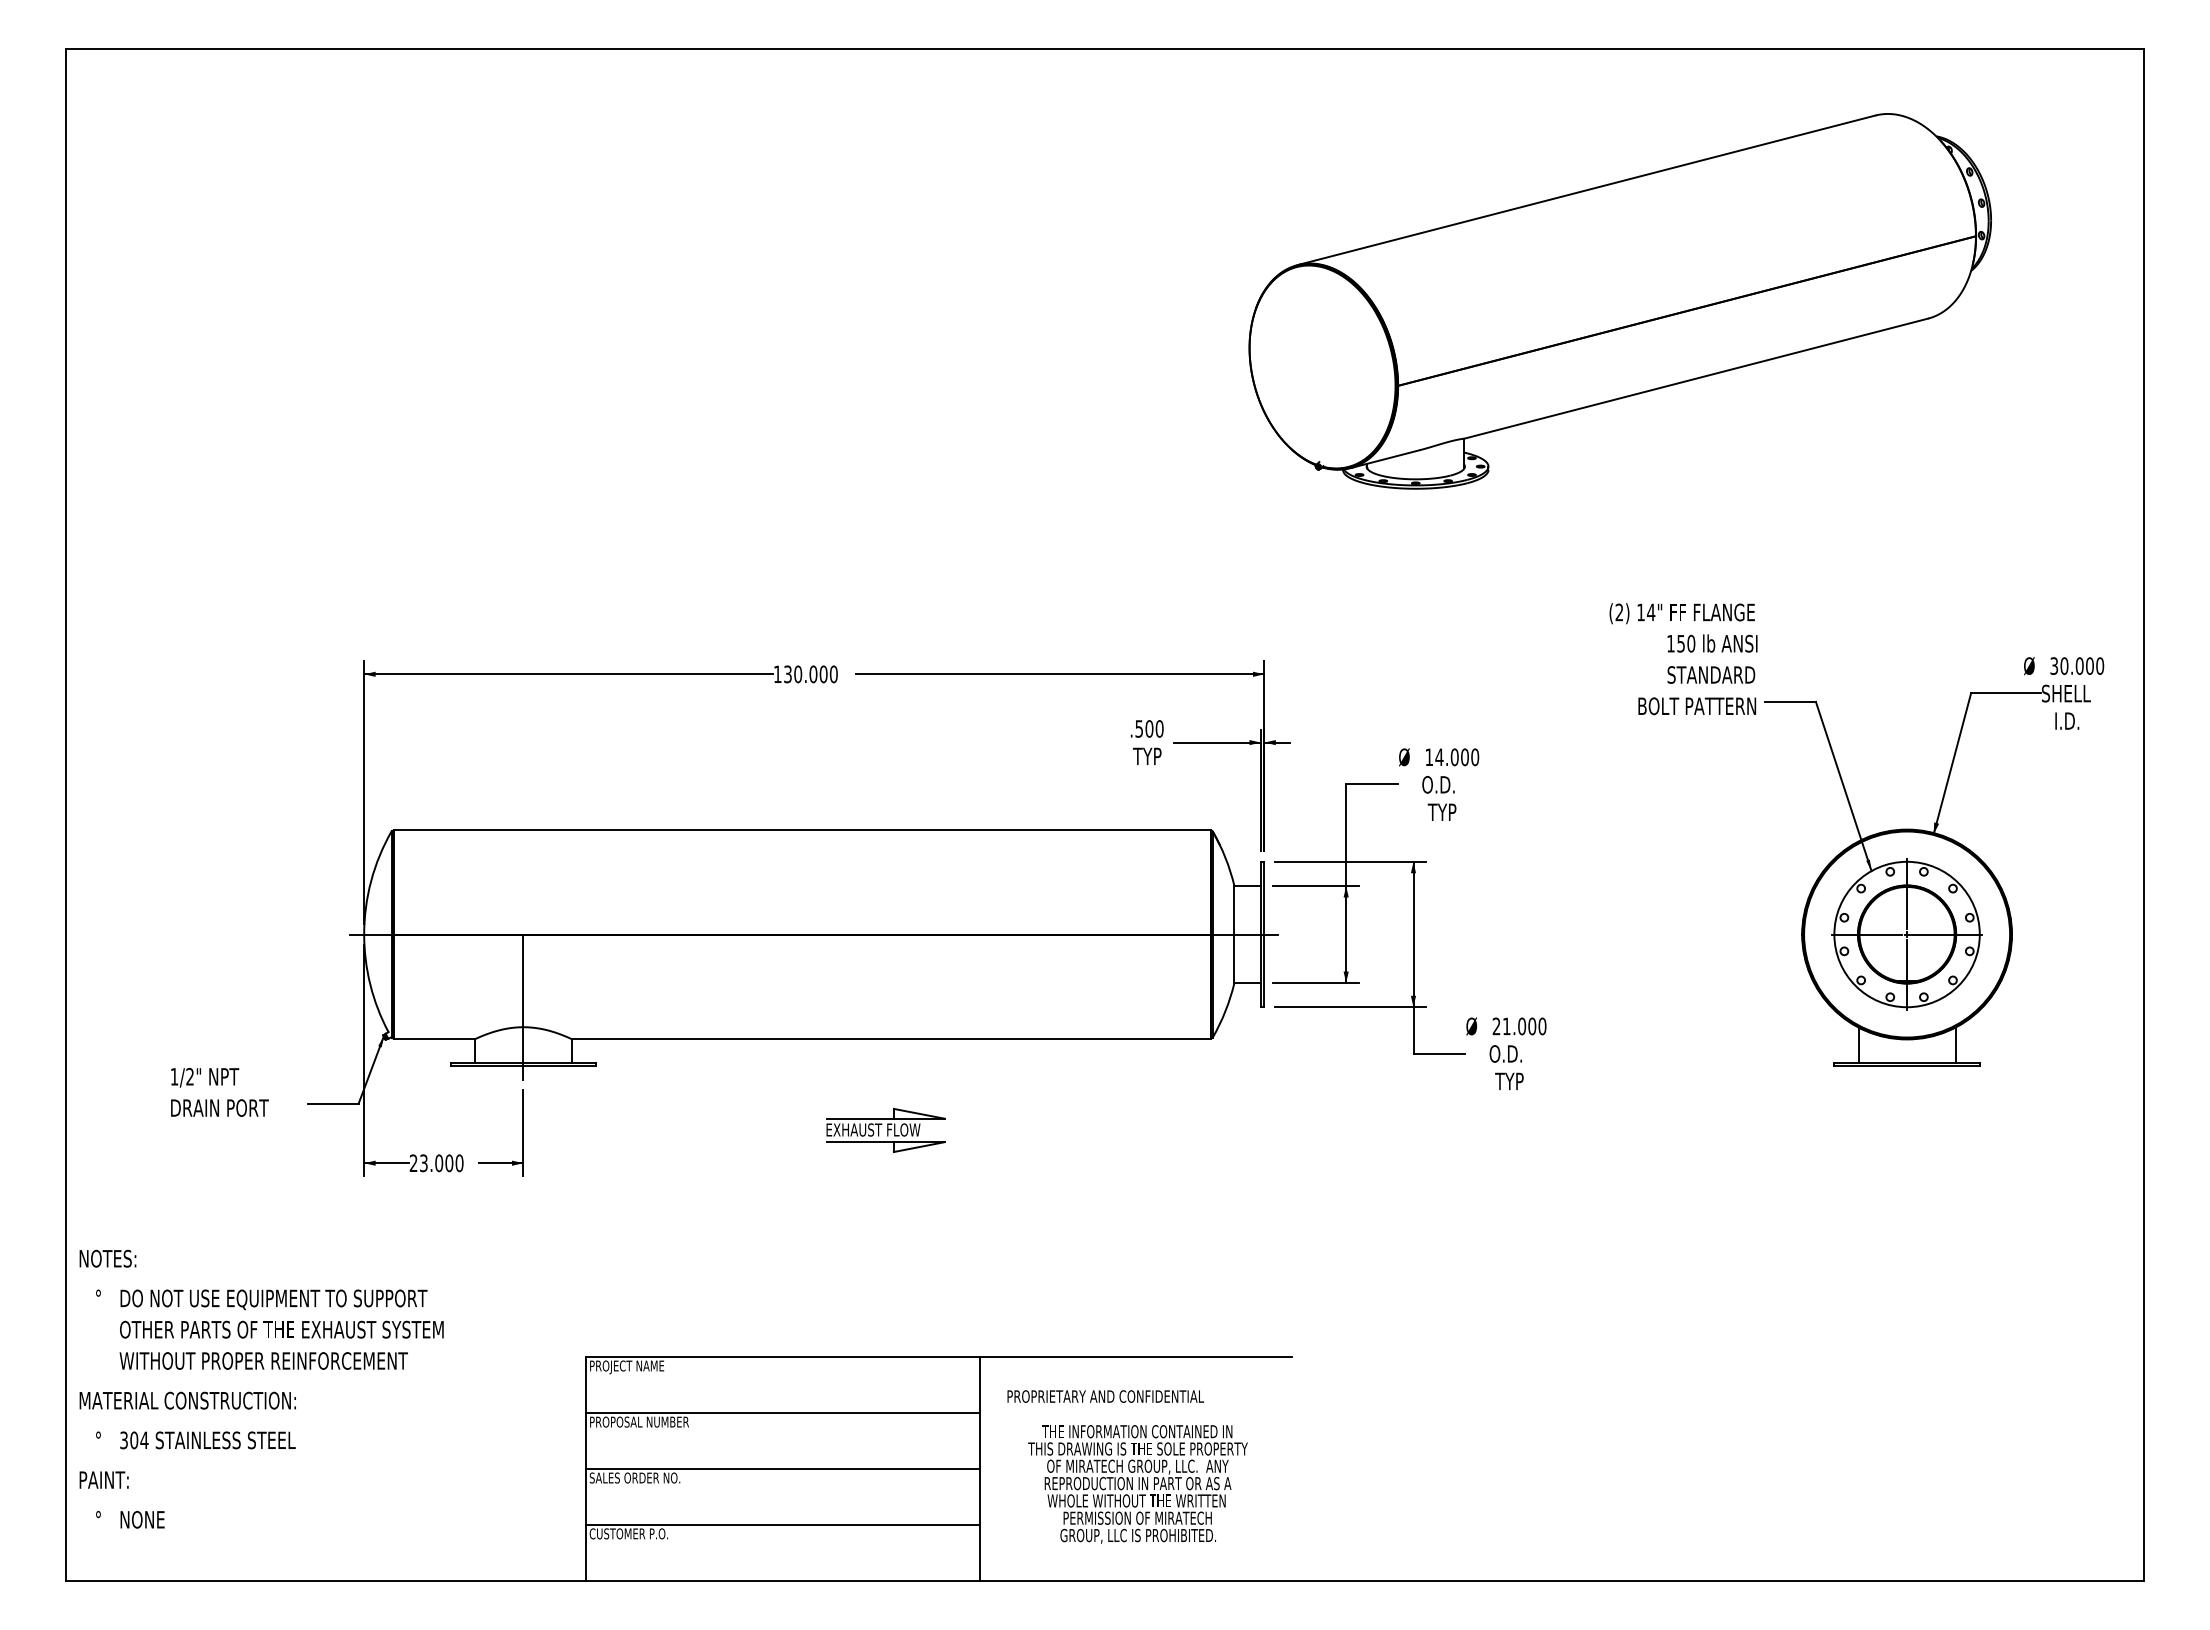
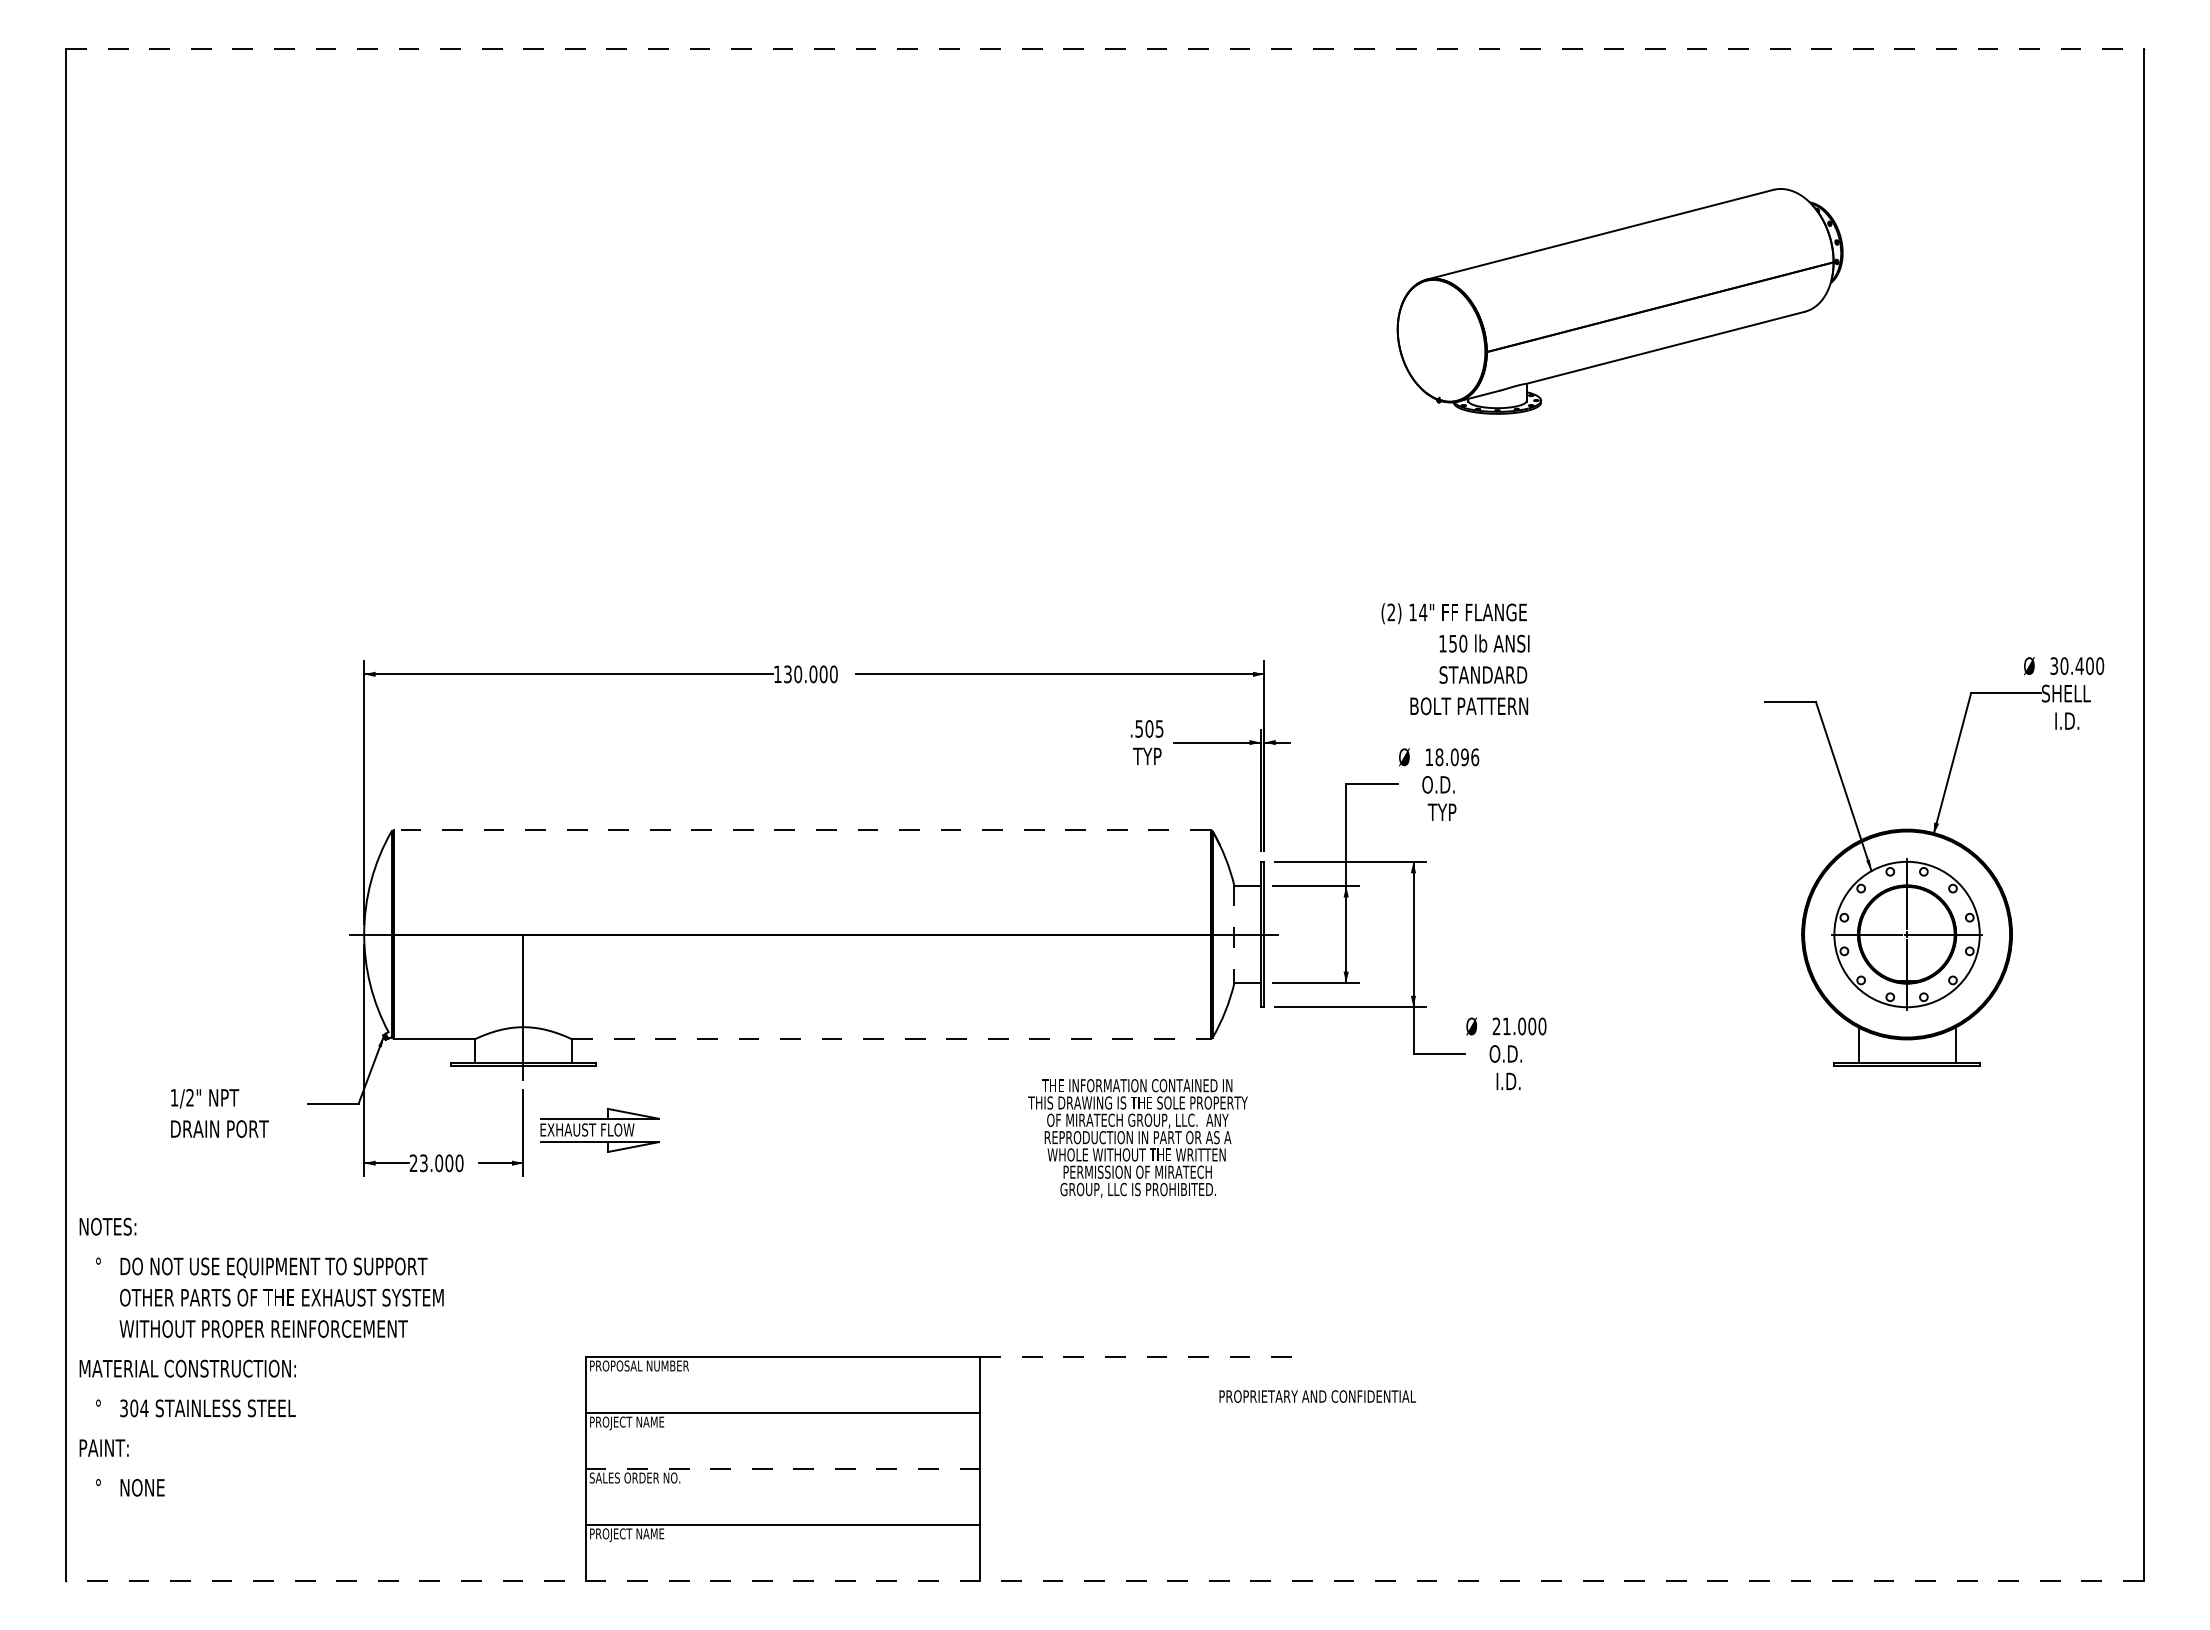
line at (1104, 48): solid -> dashed
part at (1619, 301) size: 744x377 px -> 448x227 px
text at (1683, 659) position: (1683, 659) -> (1455, 659)
text at (2079, 665): 30.000 -> 30.400
text at (1159, 728): .500 -> .505
text at (1457, 757): 14.000 -> 18.096
line at (802, 829): solid -> dashed
line at (1234, 934): solid -> dashed
line at (892, 1039): solid -> dashed
text at (1509, 1081): TYP -> I.D.
text at (219, 1092) position: (219, 1092) -> (219, 1113)
part at (885, 1130) position: (885, 1130) -> (599, 1130)
line at (1136, 1356): solid -> dashed
text at (648, 1367): PROJECT NAME -> PROPOSAL NUMBER
text at (261, 1388) position: (261, 1388) -> (261, 1356)
text at (1105, 1396) position: (1105, 1396) -> (1317, 1396)
text at (648, 1423): PROPOSAL NUMBER -> PROJECT NAME
line at (782, 1468): solid -> dashed
text at (1137, 1484) position: (1137, 1484) -> (1137, 1138)
text at (628, 1535): CUSTOMER P.O. -> PROJECT NAME
line at (1104, 1581): solid -> dashed
